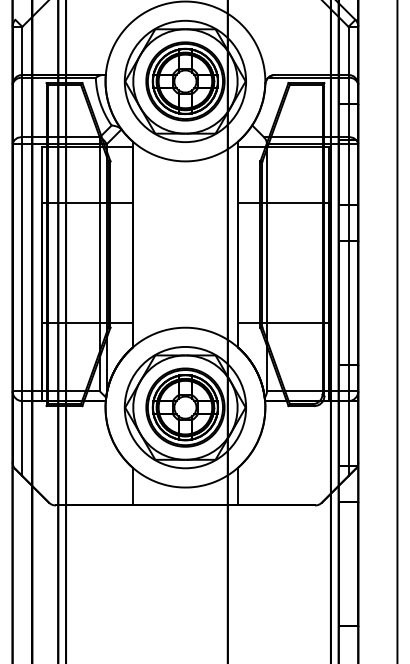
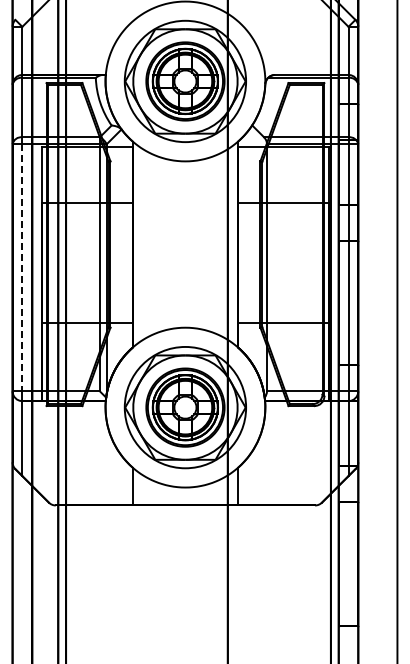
line at (22, 267): solid -> dashed
